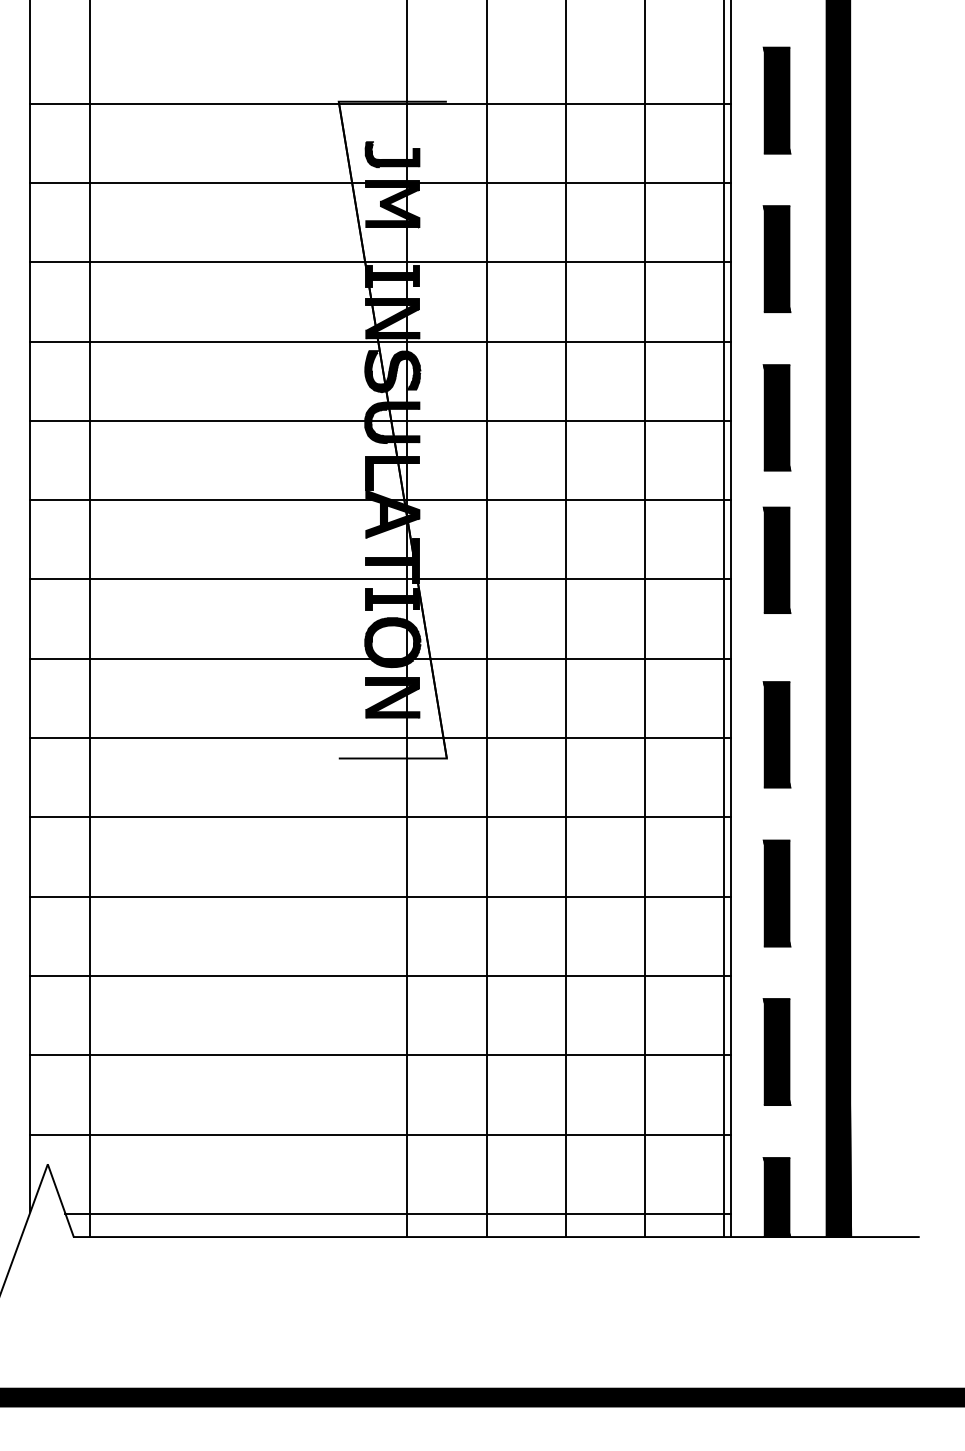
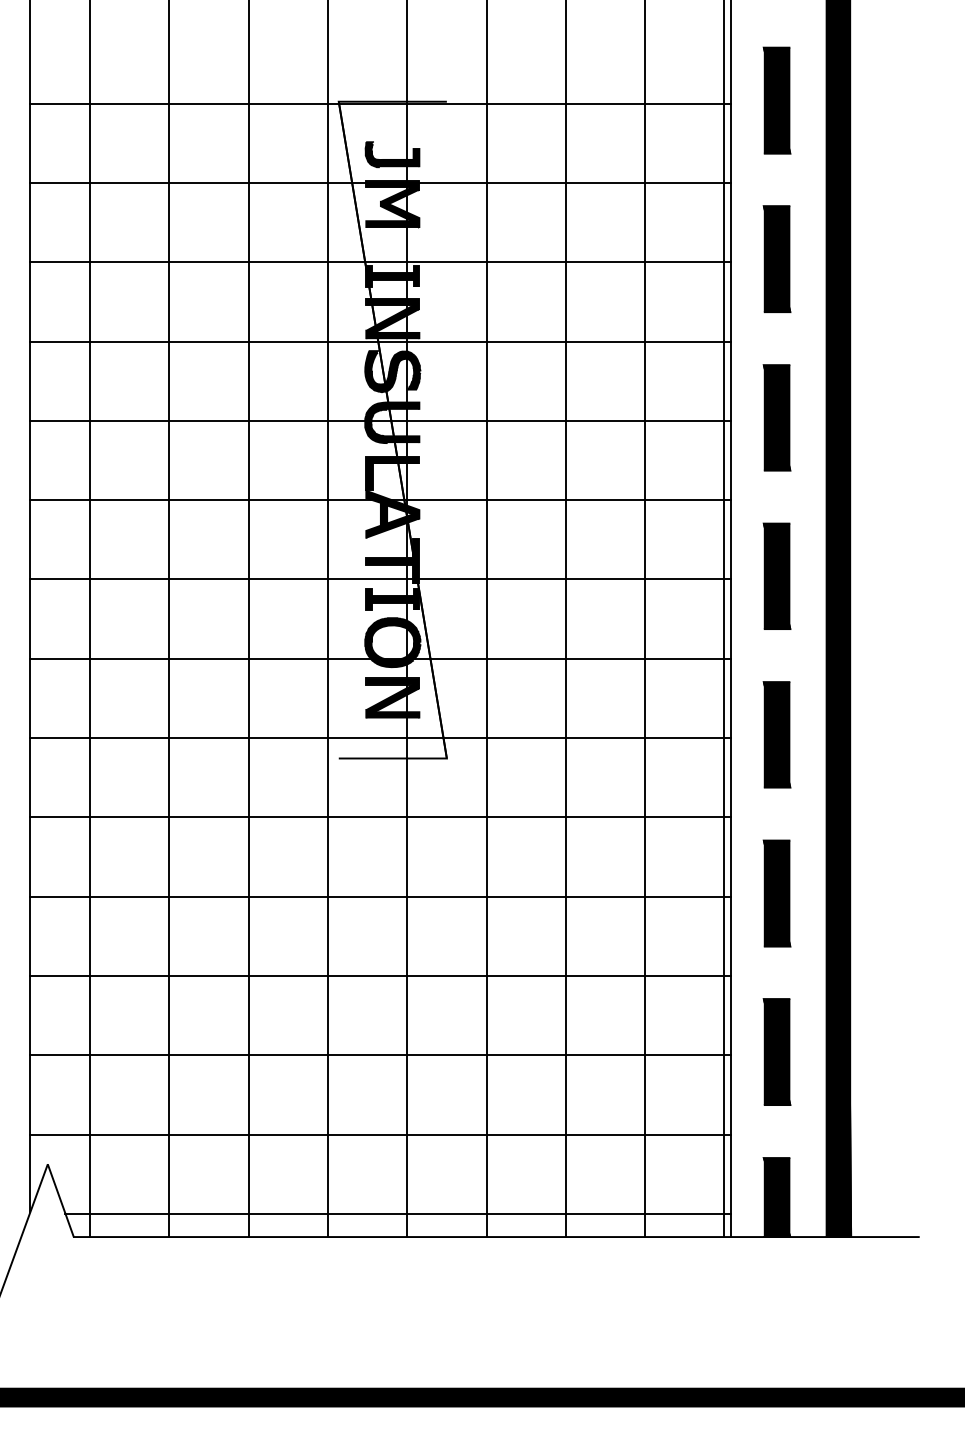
part at (776, 559) position: (776, 559) -> (776, 575)
line at (169, 619): none -> present
line at (248, 619): none -> present
line at (327, 619): none -> present
